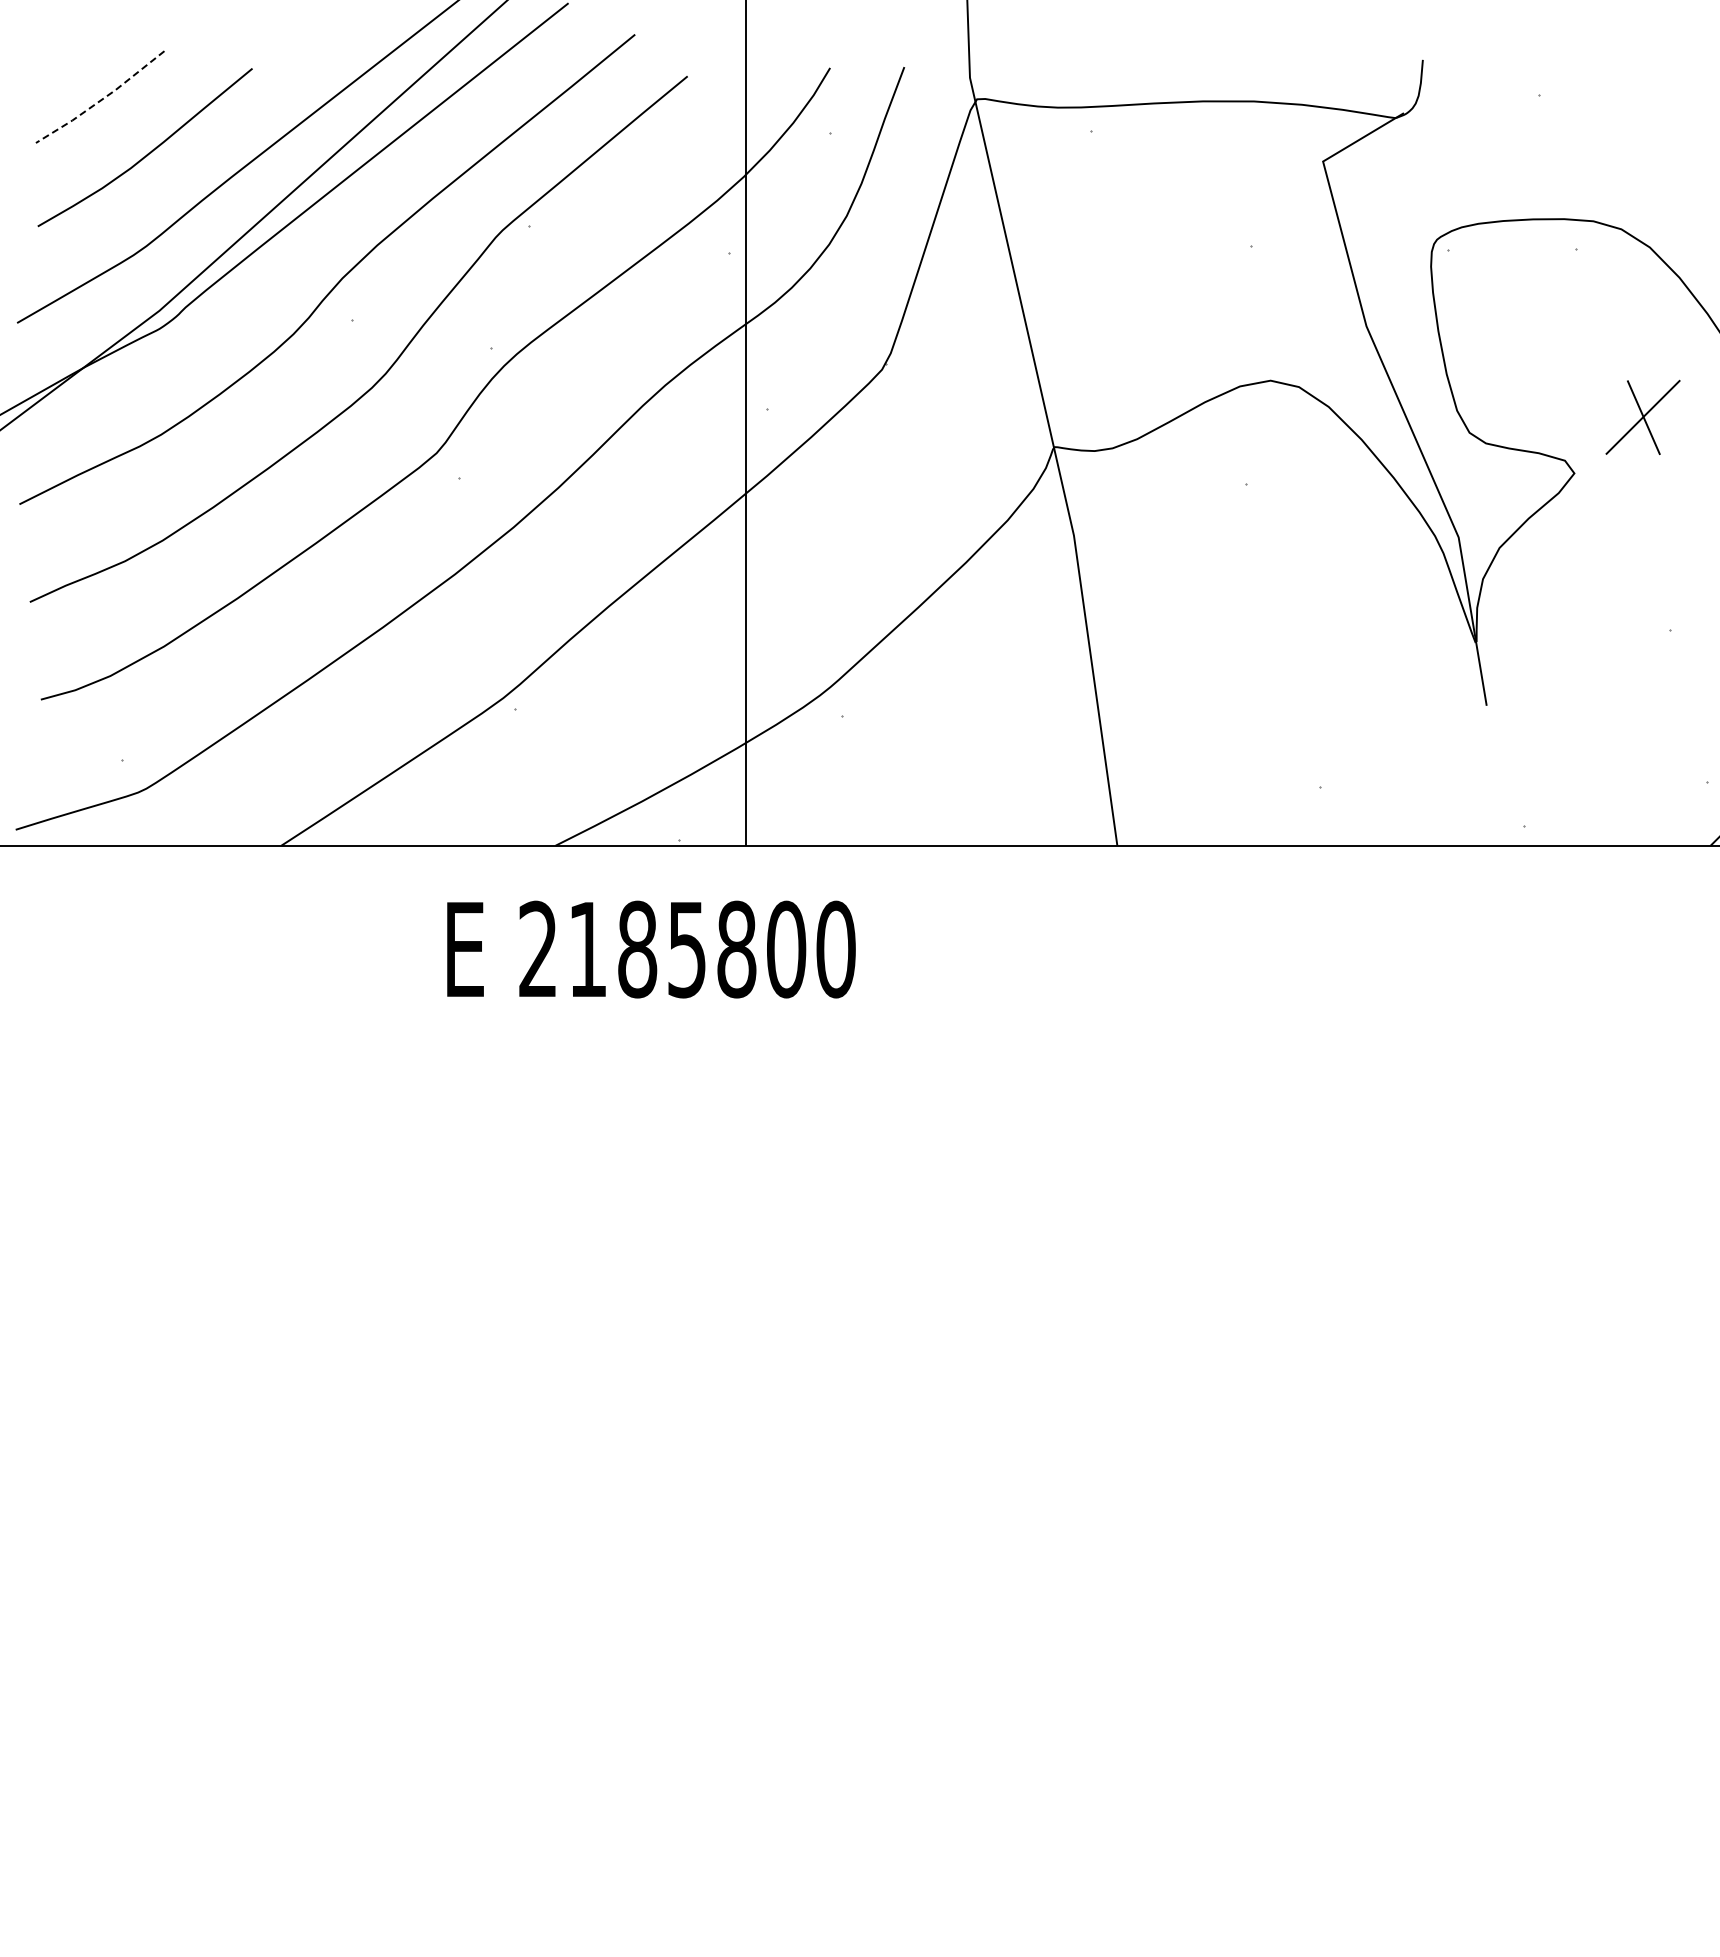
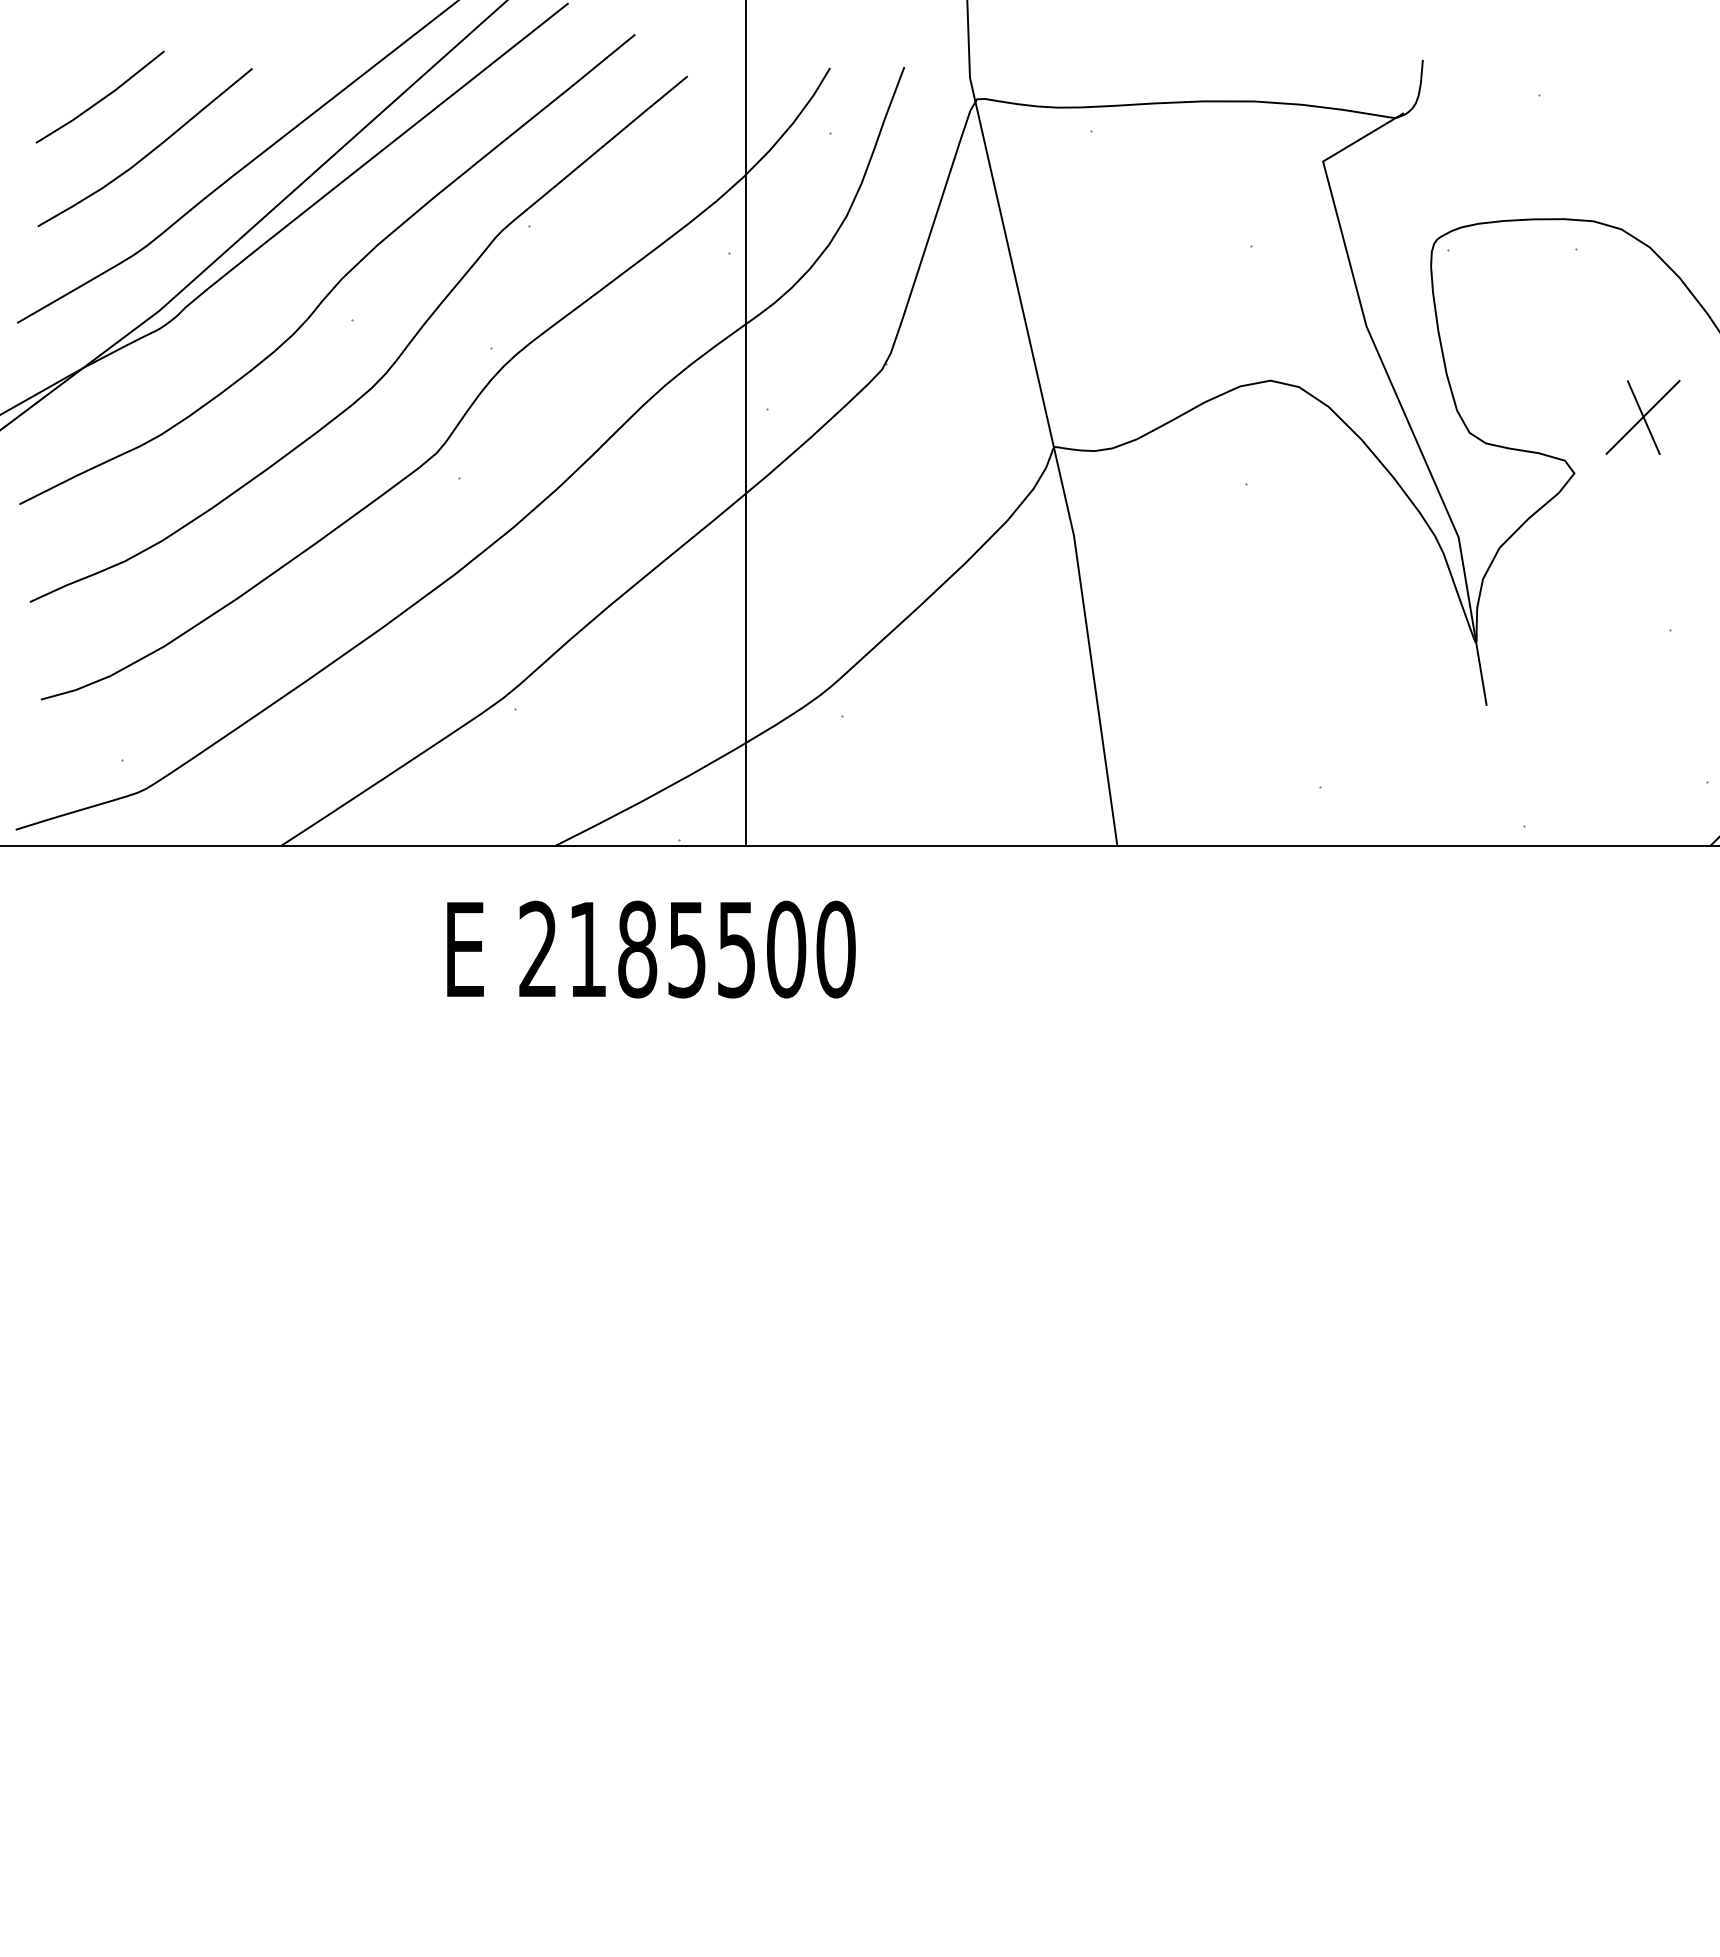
line at (101, 100): dashed -> solid
text at (736, 949): 2185800 -> 2185500
